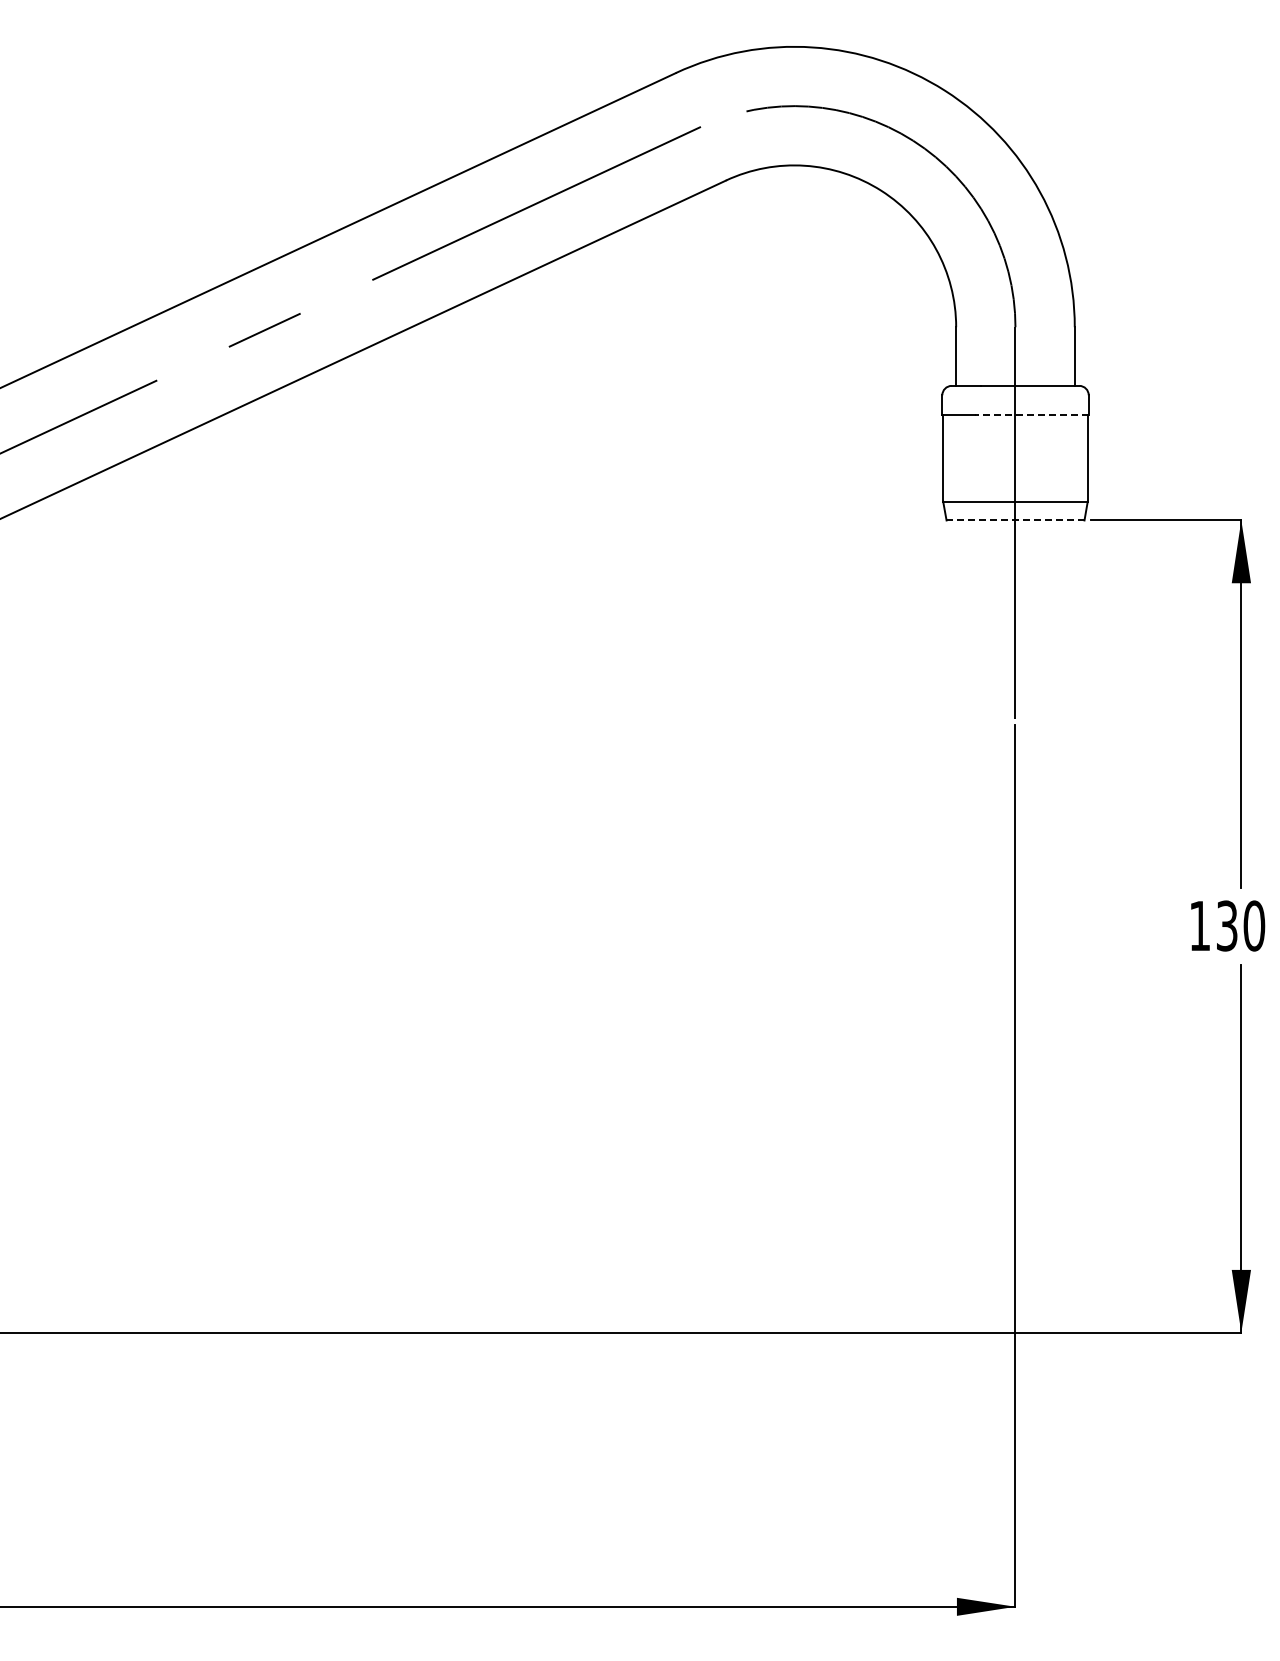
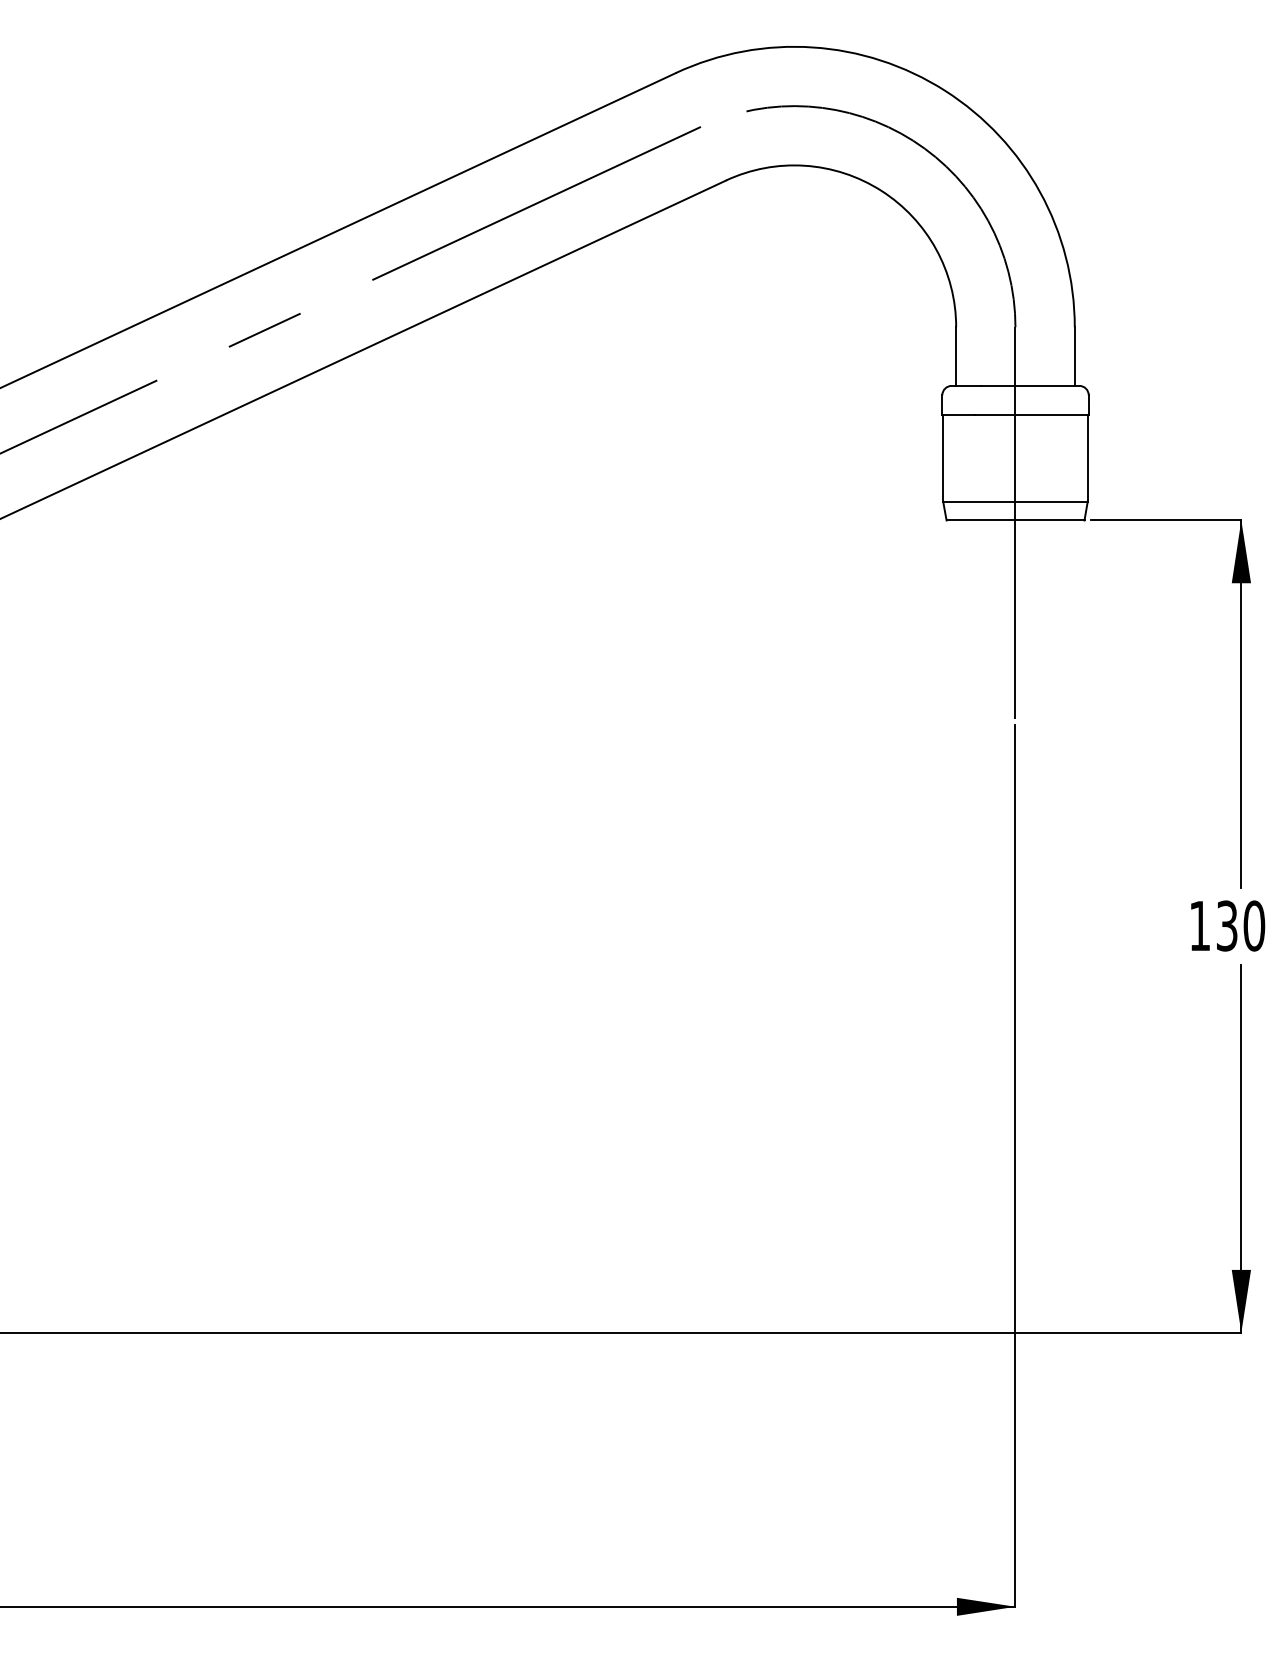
line at (1032, 414): dashed -> solid
line at (1015, 520): dashed -> solid
